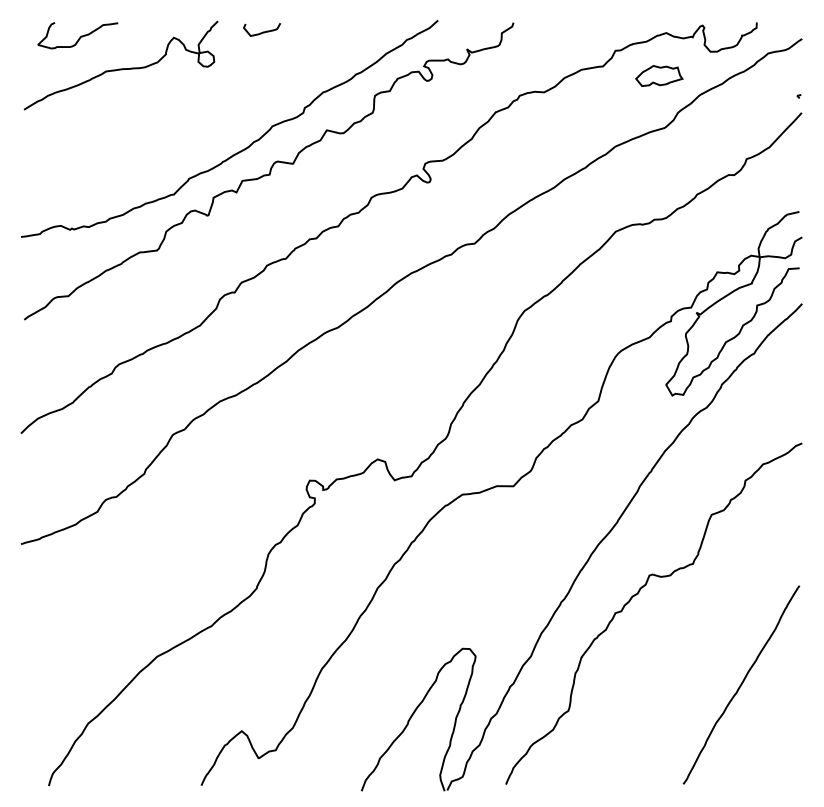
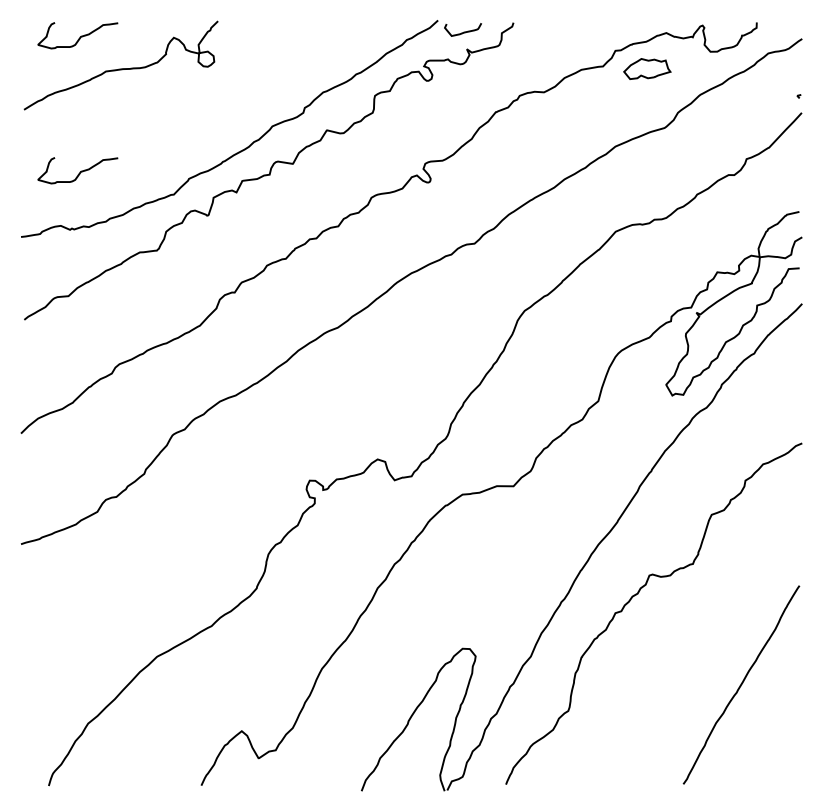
curve at (262, 31) position: (262, 31) -> (463, 31)
part at (659, 75) position: (659, 75) -> (647, 68)
curve at (79, 172): none -> present
